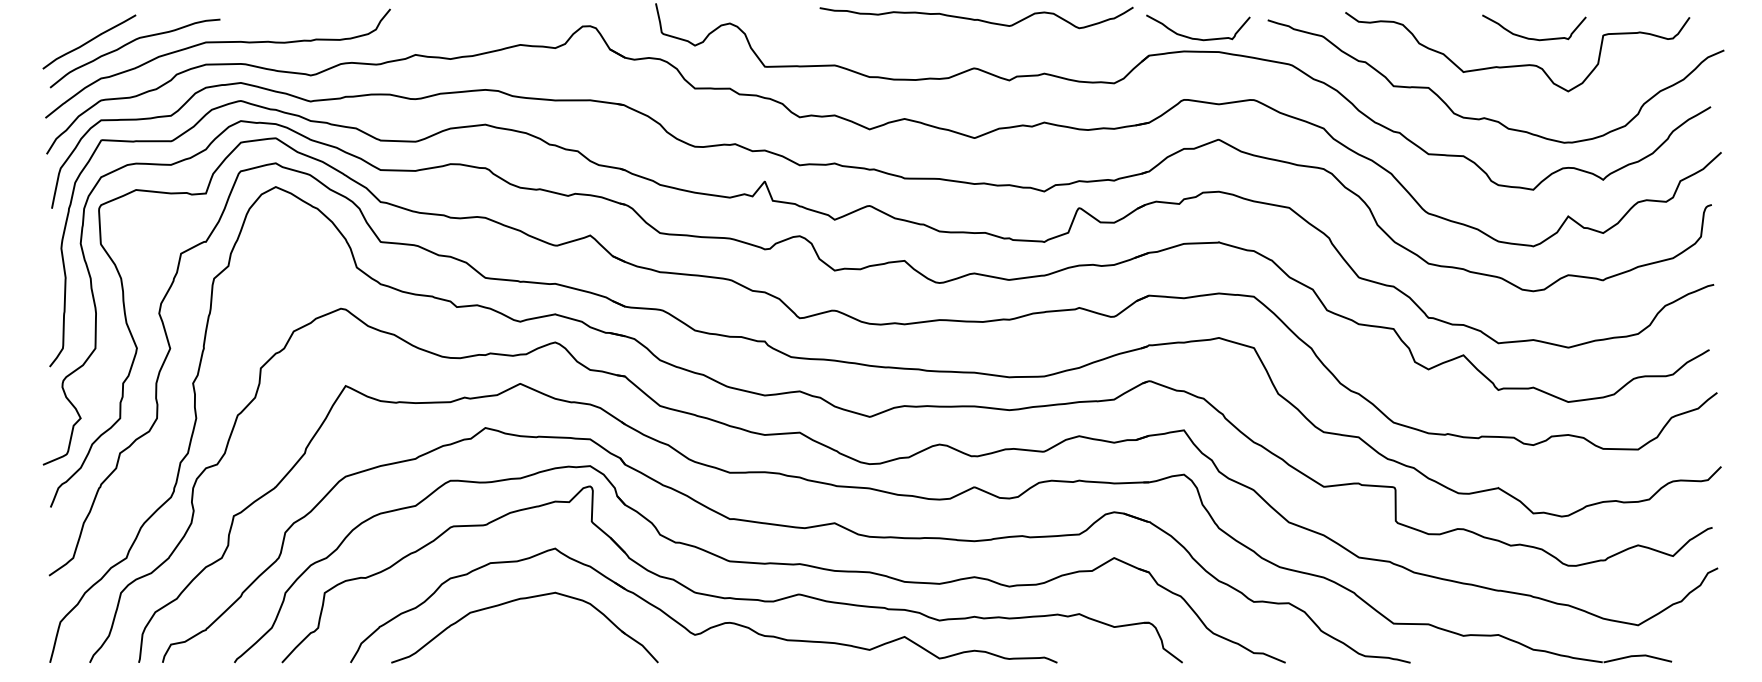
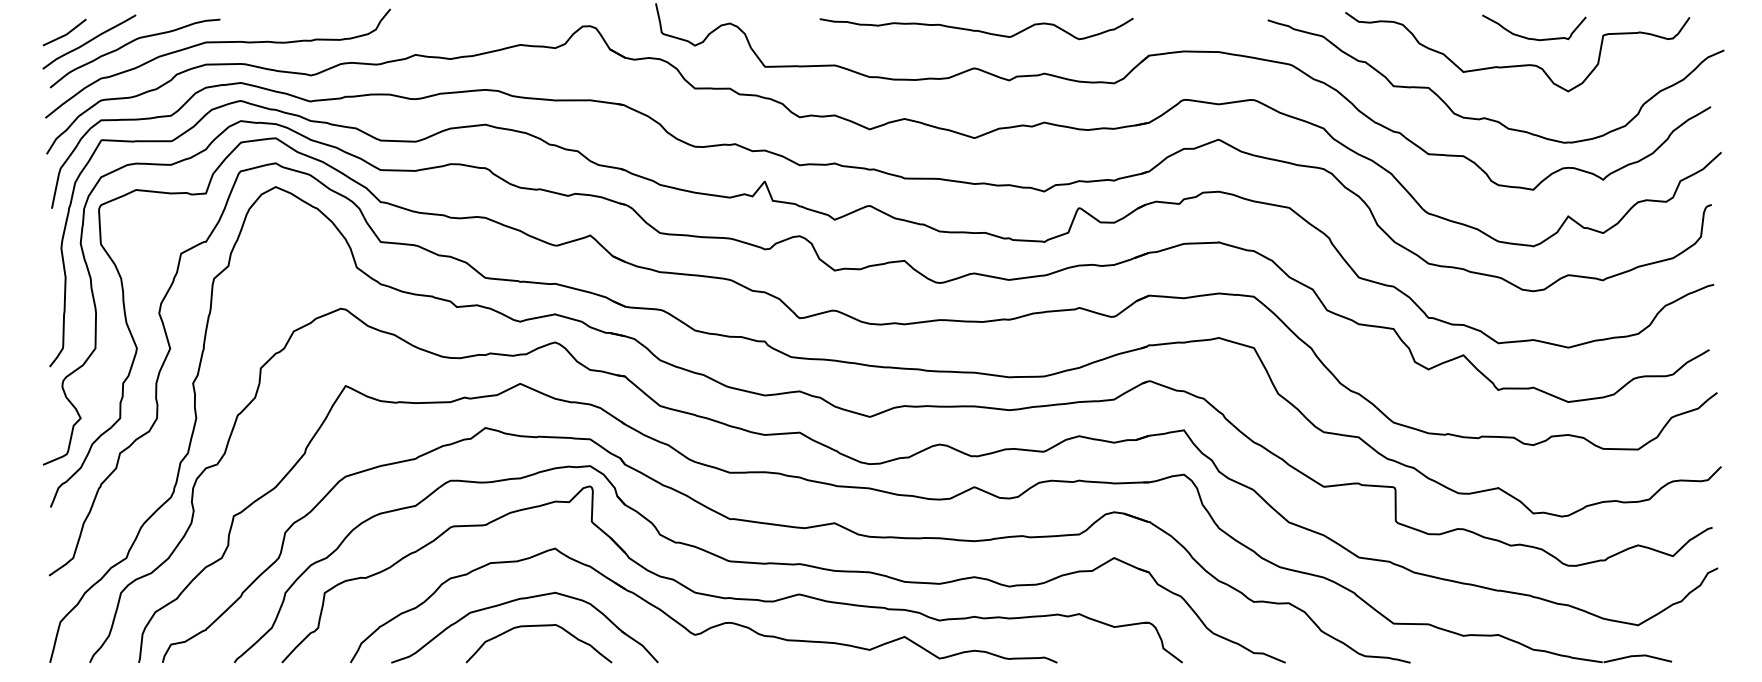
curve at (976, 19) position: (976, 19) -> (976, 30)
curve at (64, 34): none -> present
curve at (1198, 38): present -> none
curve at (538, 626): none -> present
